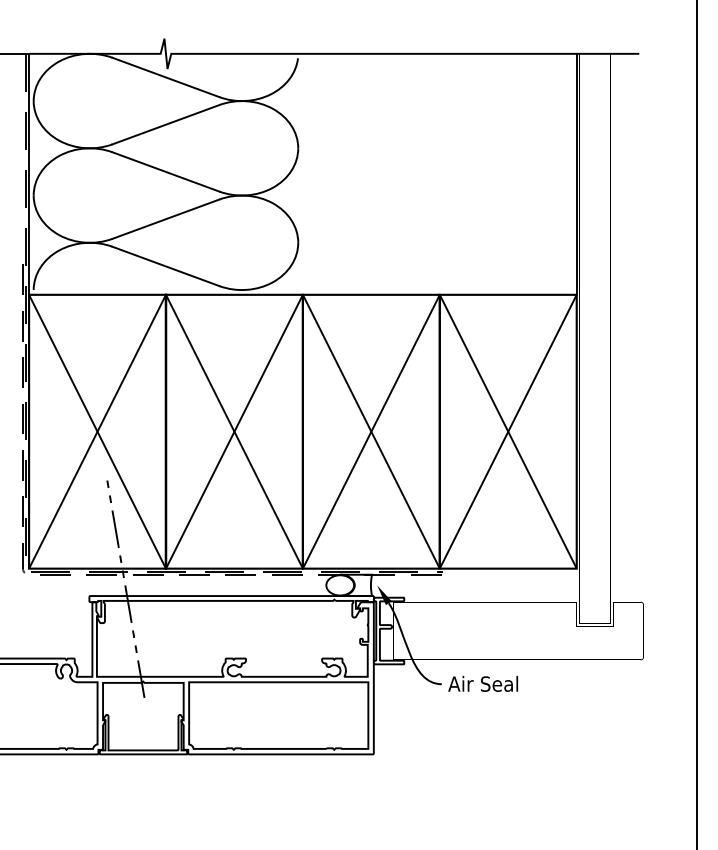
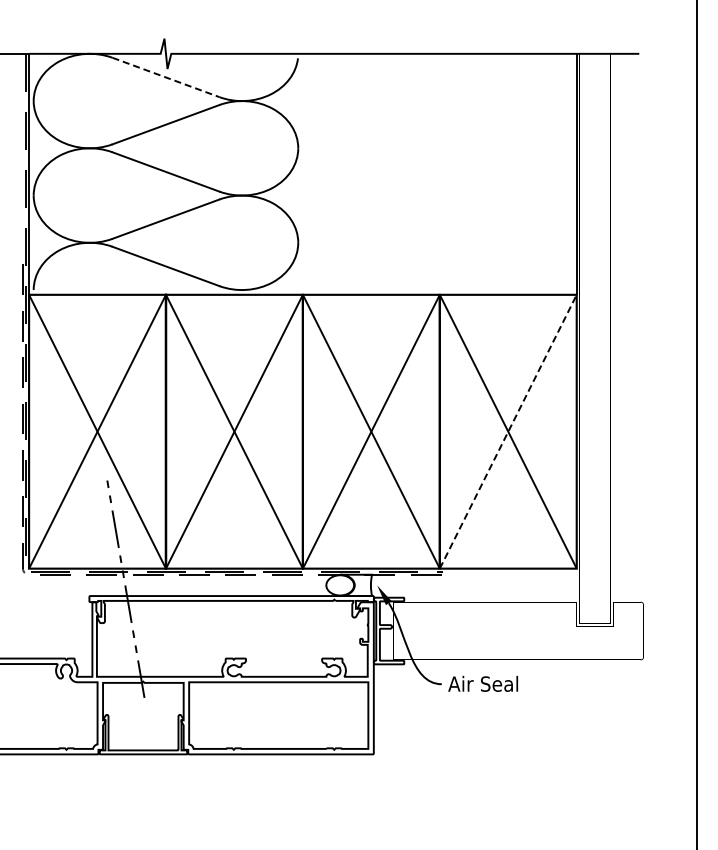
line at (165, 77): solid -> dashed
line at (508, 431): solid -> dashed
